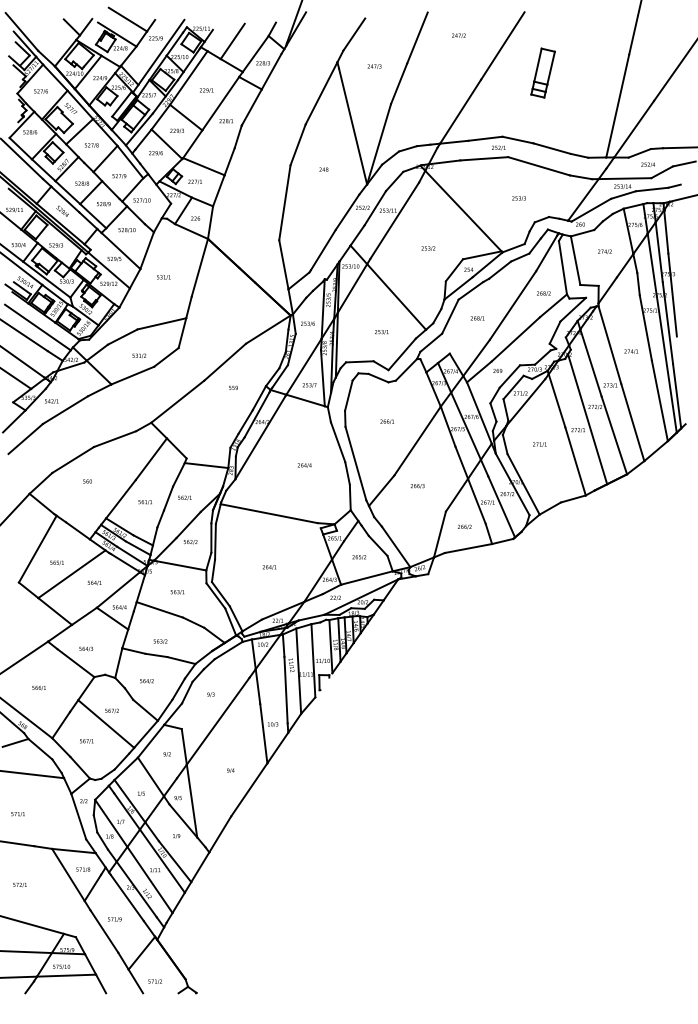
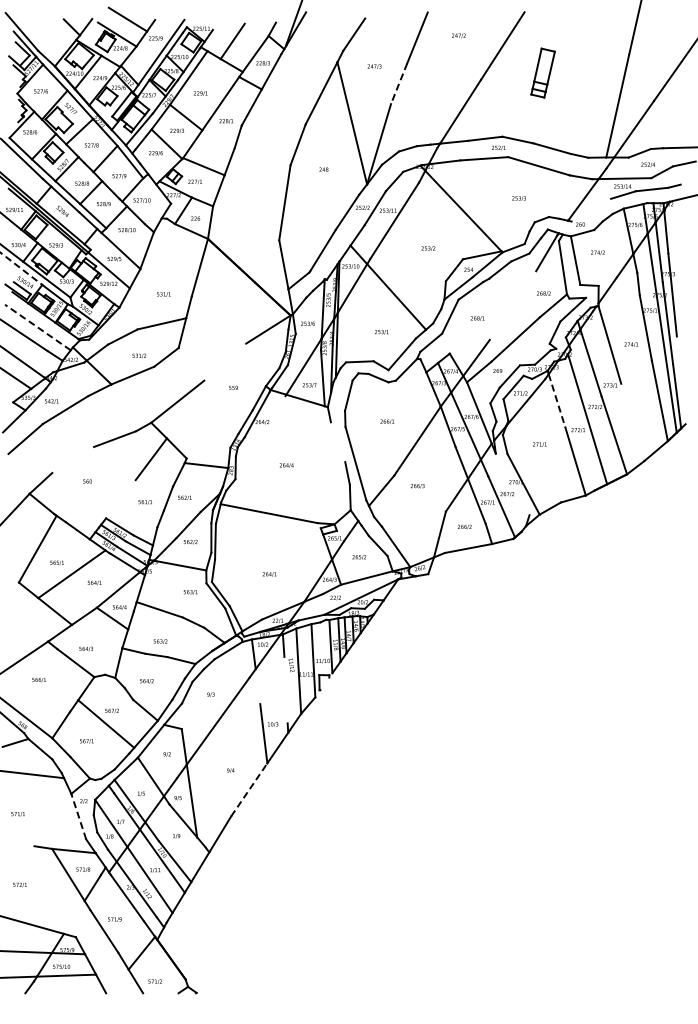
line at (399, 83): solid -> dashed
text at (206, 90) position: (206, 90) -> (200, 93)
line at (591, 209): present -> none
text at (604, 251) position: (604, 251) -> (597, 252)
line at (21, 268): solid -> dashed
text at (163, 277) position: (163, 277) -> (163, 294)
line at (512, 305): present -> none
line at (37, 327): solid -> dashed
text at (631, 351) position: (631, 351) -> (631, 344)
line at (225, 361): present -> none
line at (557, 400): solid -> dashed
line at (632, 422): present -> none
line at (260, 437): present -> none
line at (337, 442): present -> none
line at (73, 459): present -> none
text at (304, 465) position: (304, 465) -> (286, 465)
line at (512, 484): present -> none
line at (120, 499): present -> none
text at (269, 567) position: (269, 567) -> (269, 574)
text at (177, 592) position: (177, 592) -> (190, 592)
line at (257, 686): present -> none
text at (38, 687) position: (38, 687) -> (38, 679)
line at (285, 689): present -> none
line at (249, 789): solid -> dashed
line at (78, 816): solid -> dashed
line at (18, 843): present -> none
